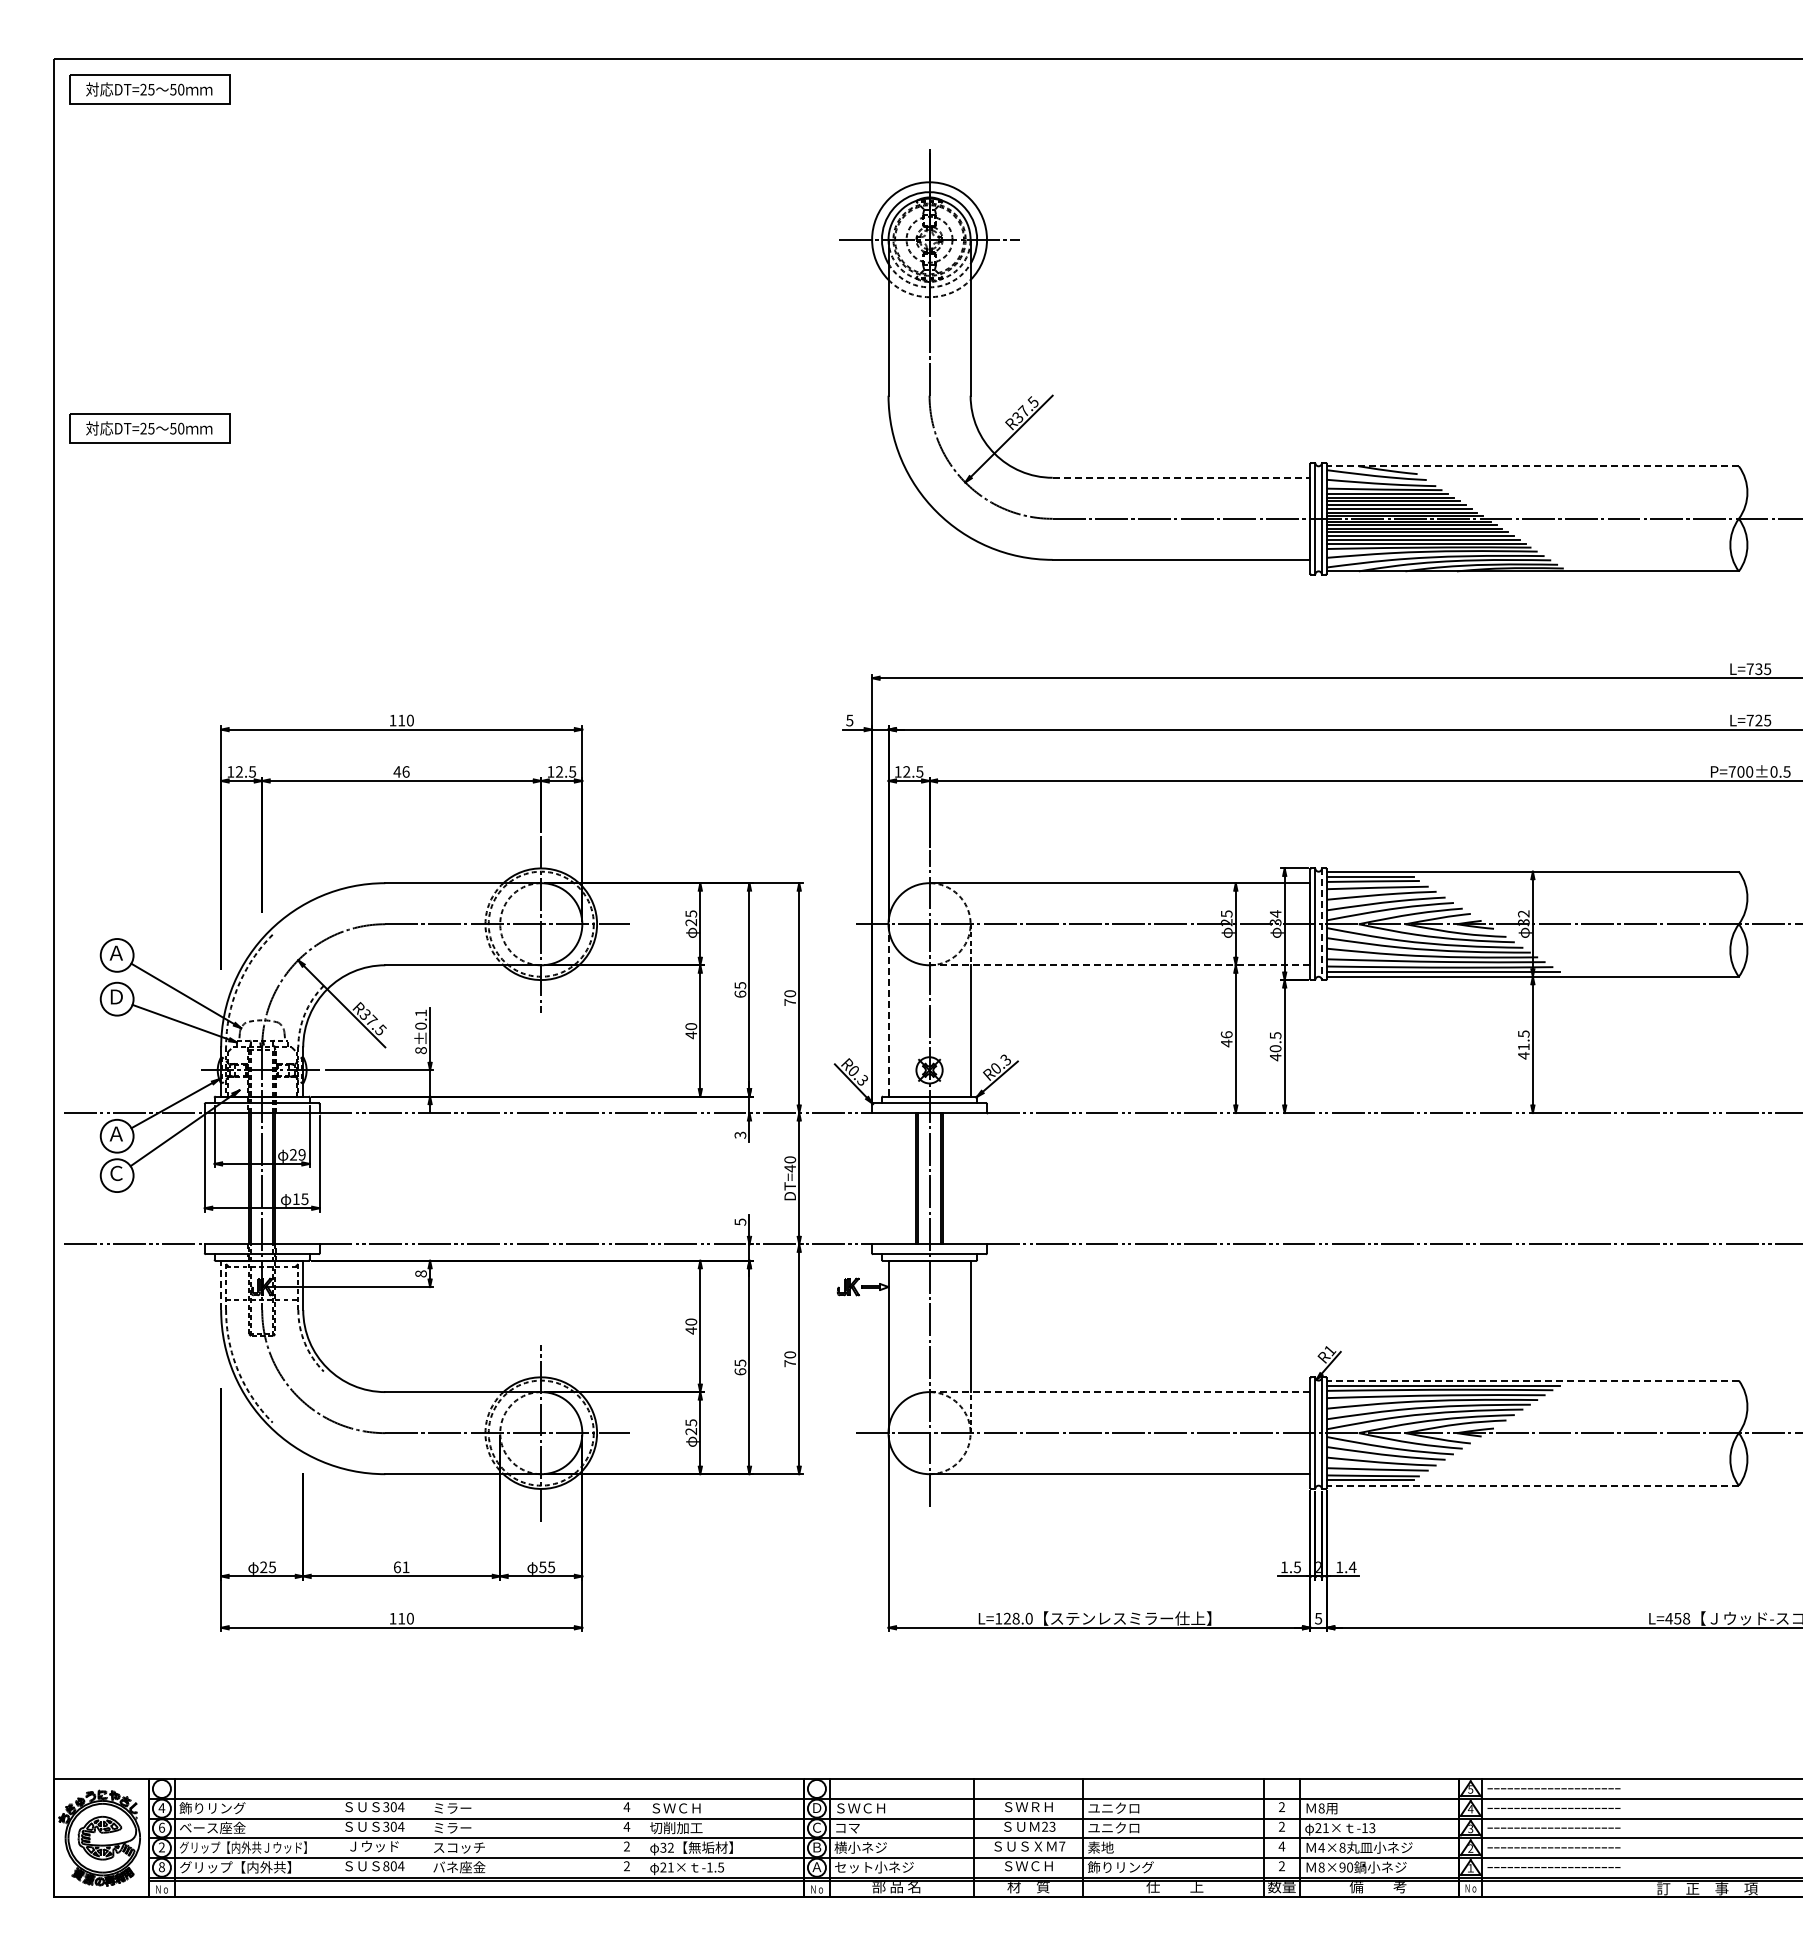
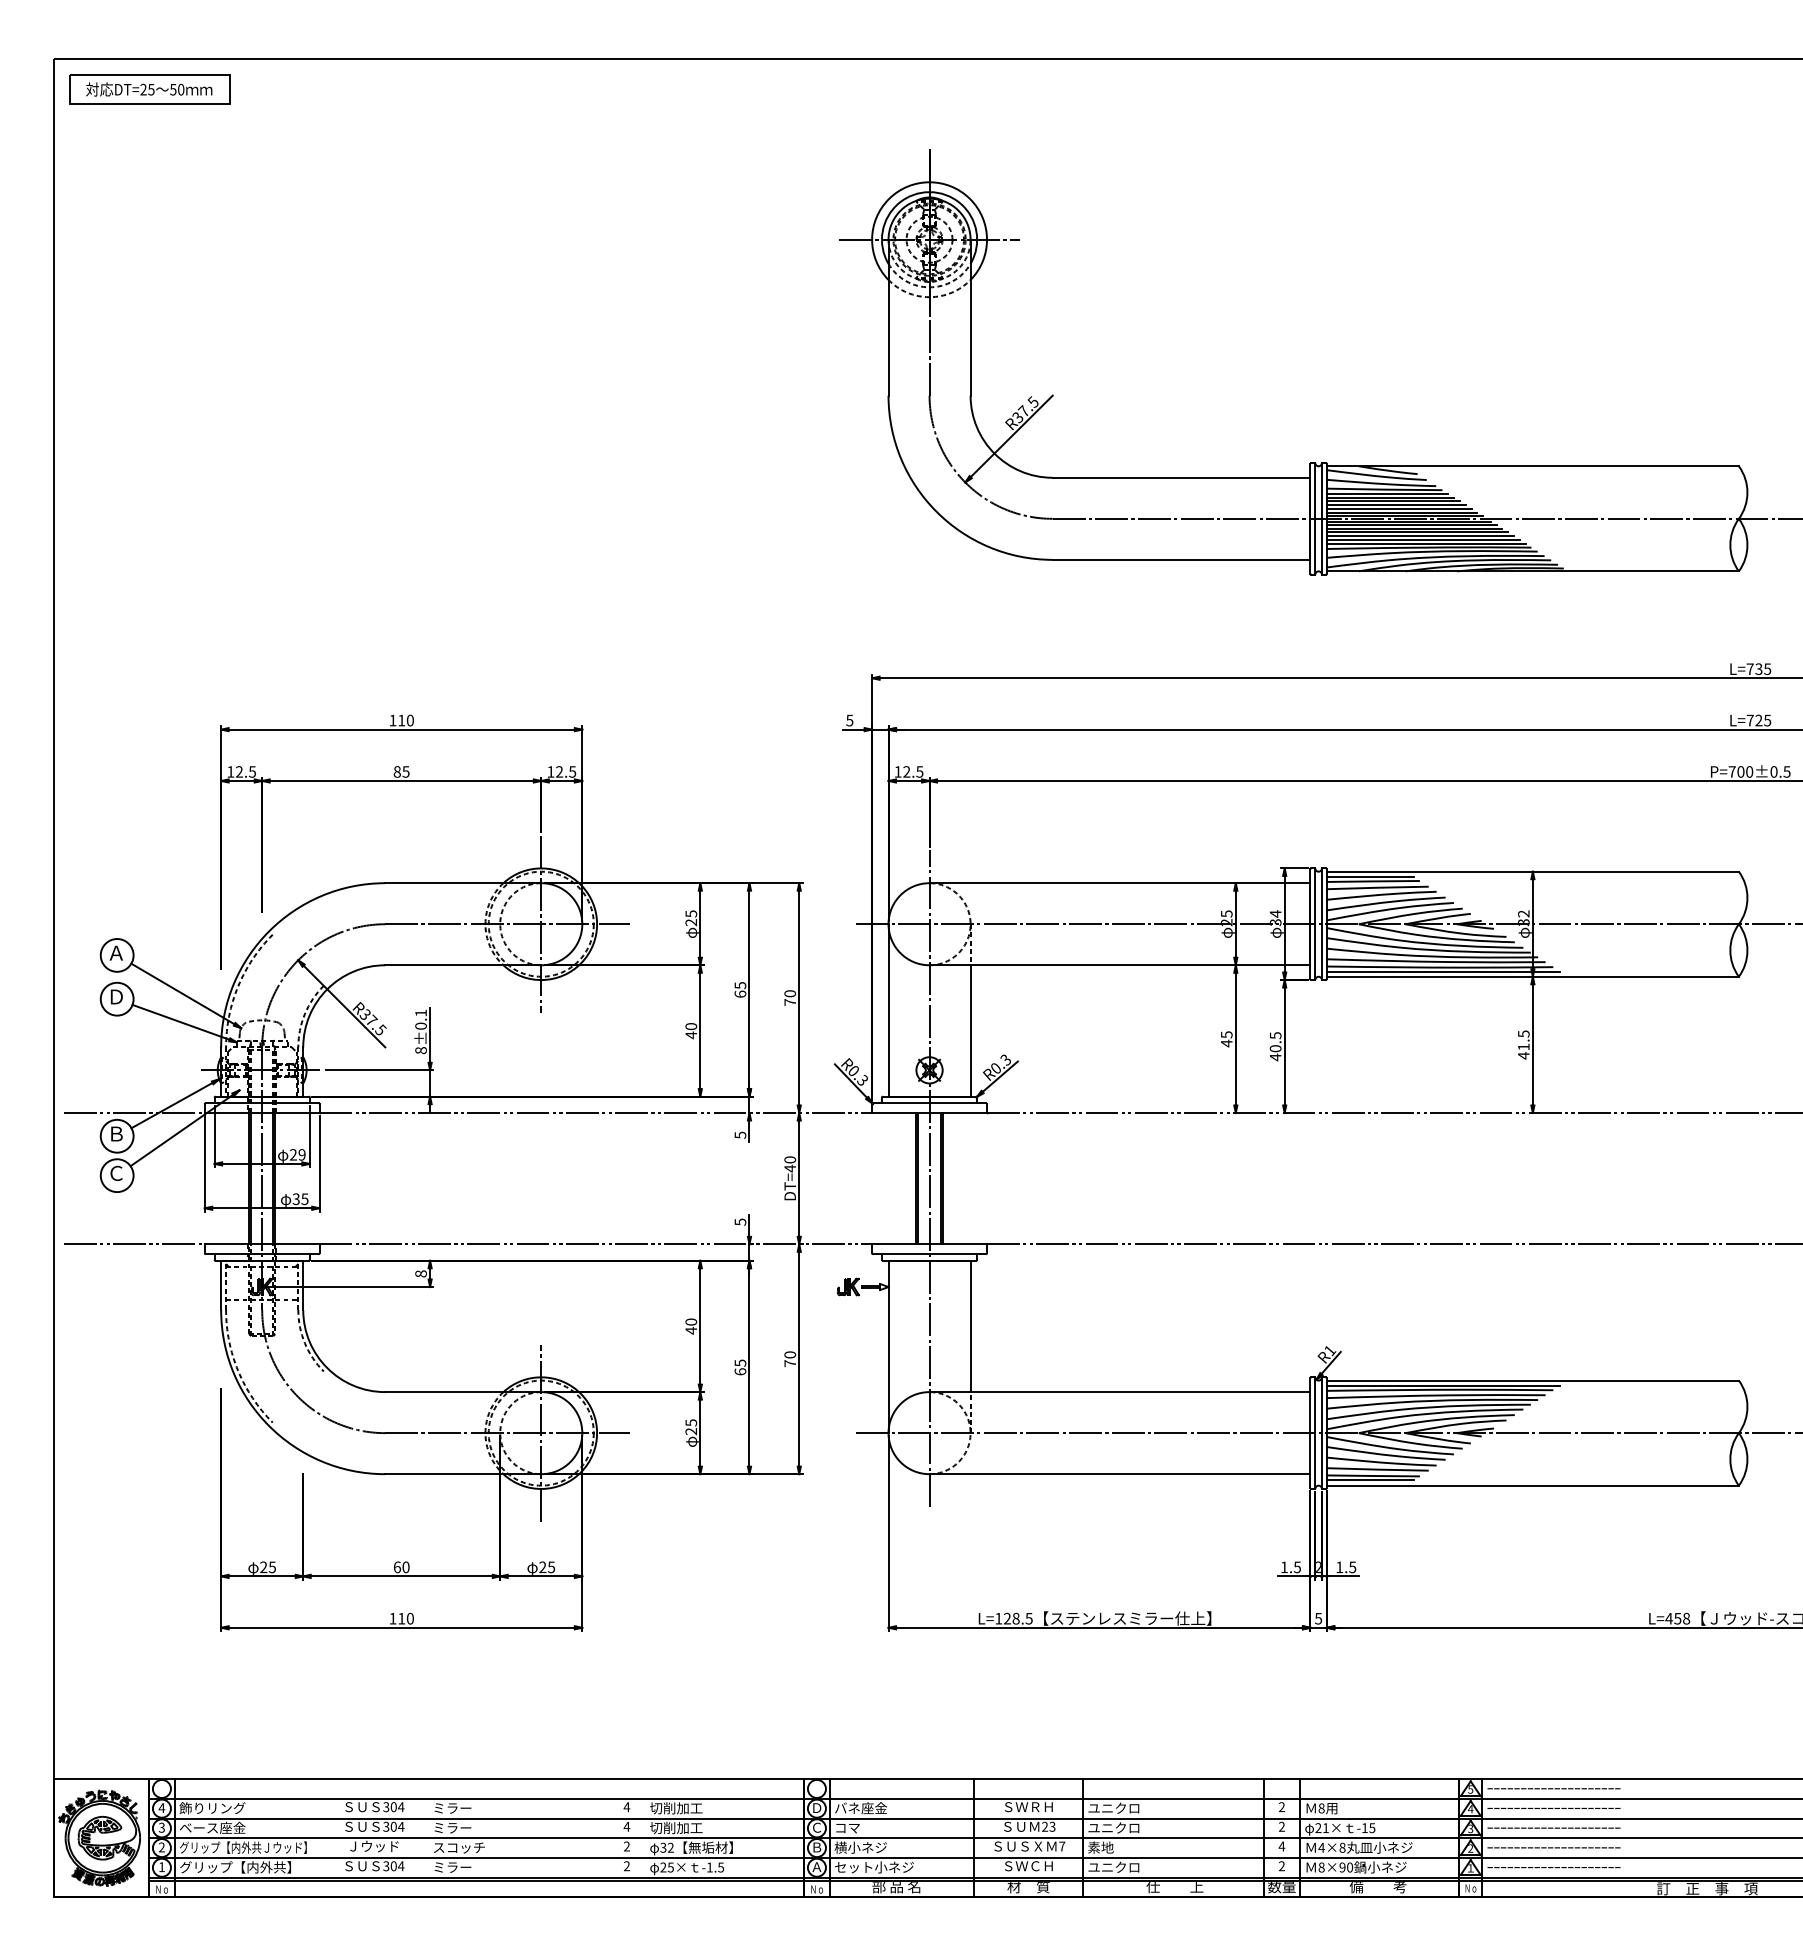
part at (149, 428): present -> none
line at (1532, 466): dashed -> solid
line at (1181, 477): dashed -> solid
text at (401, 771): 46 -> 85
line at (1321, 924): dashed -> solid
line at (1119, 965): dashed -> solid
line at (888, 1010): dashed -> solid
text at (1226, 1034): 46 -> 45
text at (115, 1133): Ａ -> Ｂ
text at (739, 1134): 3 -> 5
text at (295, 1199): 15 -> 35
line at (221, 1285): dashed -> solid
line at (1532, 1380): dashed -> solid
line at (1119, 1392): dashed -> solid
line at (1532, 1485): dashed -> solid
text at (405, 1567): 61 -> 60
text at (542, 1567): 55 -> 25
text at (1352, 1567): 1.4 -> 1.5
text at (1028, 1618): L=128.0 -> L=128.5
text at (676, 1808): ＳＷＣＨ -> 切削加工
text at (861, 1808): ＳＷＣＨ -> バネ座金
text at (161, 1827): 6 -> 3
text at (1372, 1827): -13 -> -15
text at (386, 1865): 804 -> 304
text at (161, 1867): 8 -> 1
text at (459, 1867): バネ座金 -> ミラー
text at (670, 1867): 21× -> 25×
text at (1120, 1867): 飾りリング -> ユニクロ
